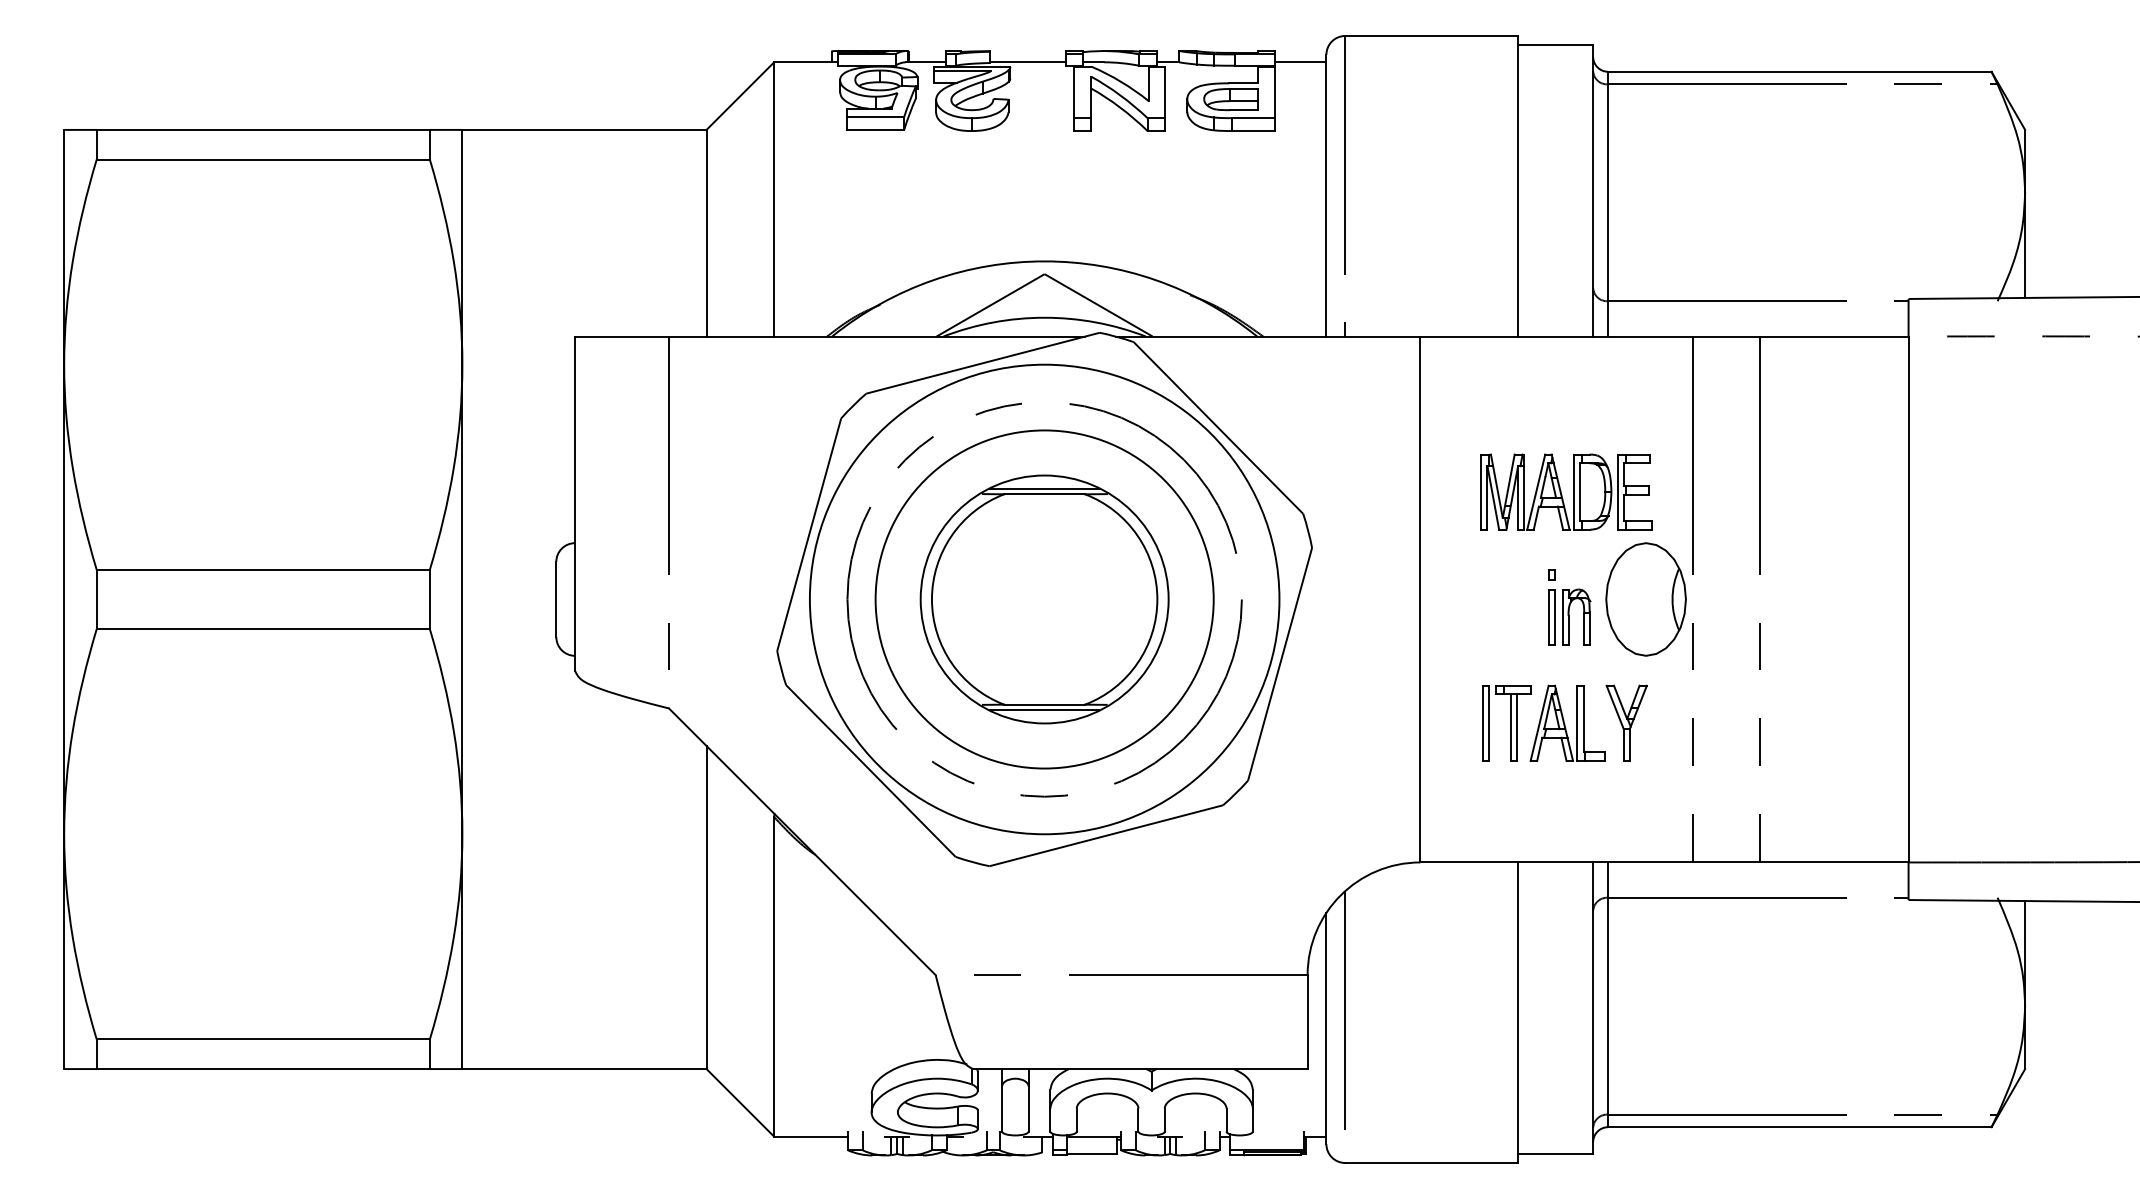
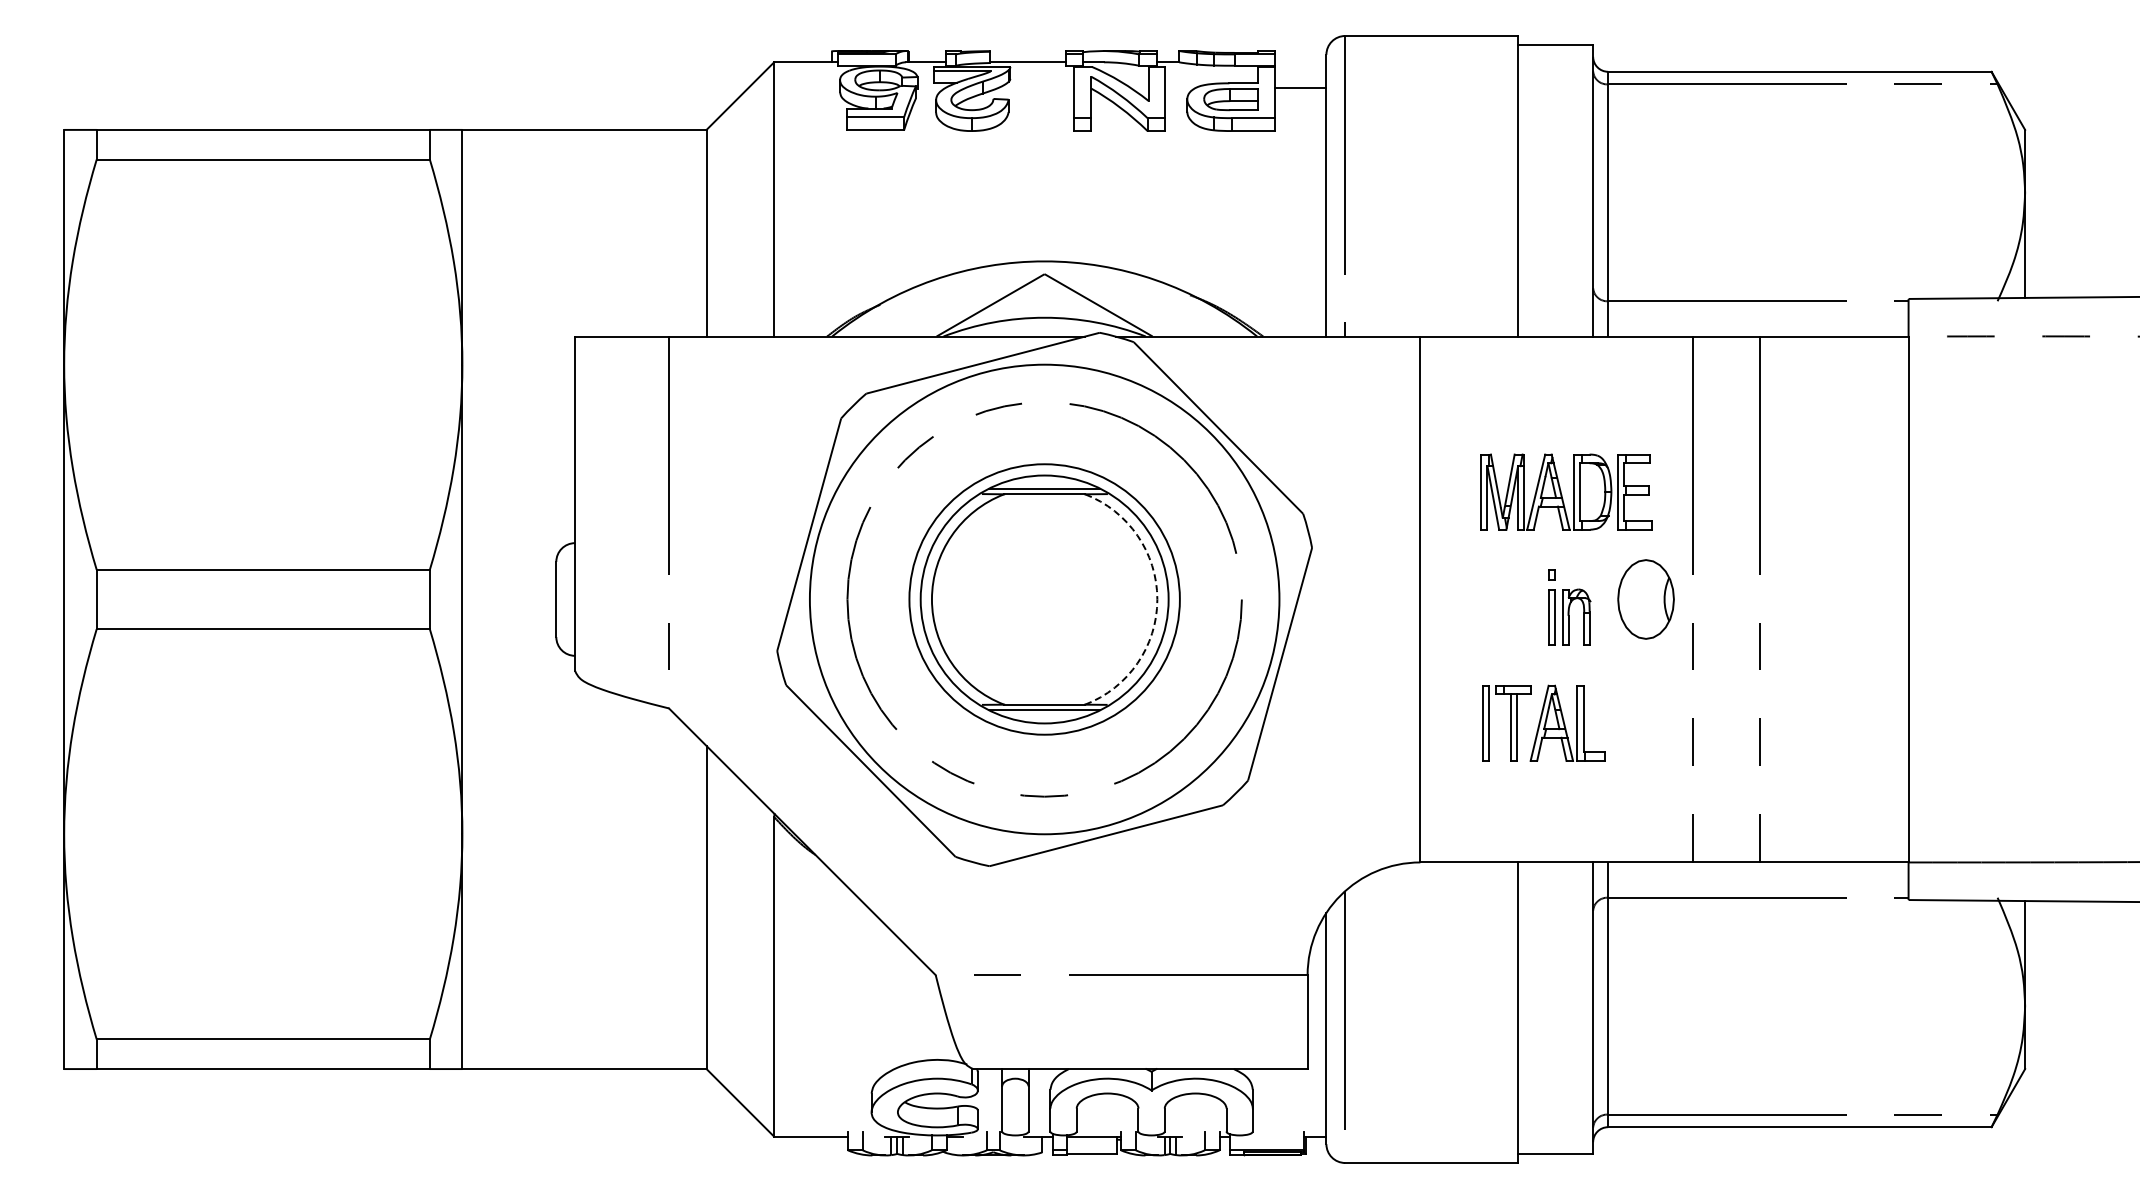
line at (1300, 62) position: (1300, 62) -> (1300, 88)
circle at (1044, 599) diameter: 338 px -> 270 px
arc at (1157, 599): solid -> dashed
part at (1645, 599) size: 82x115 px -> 58x81 px
part at (1626, 722): present -> none
